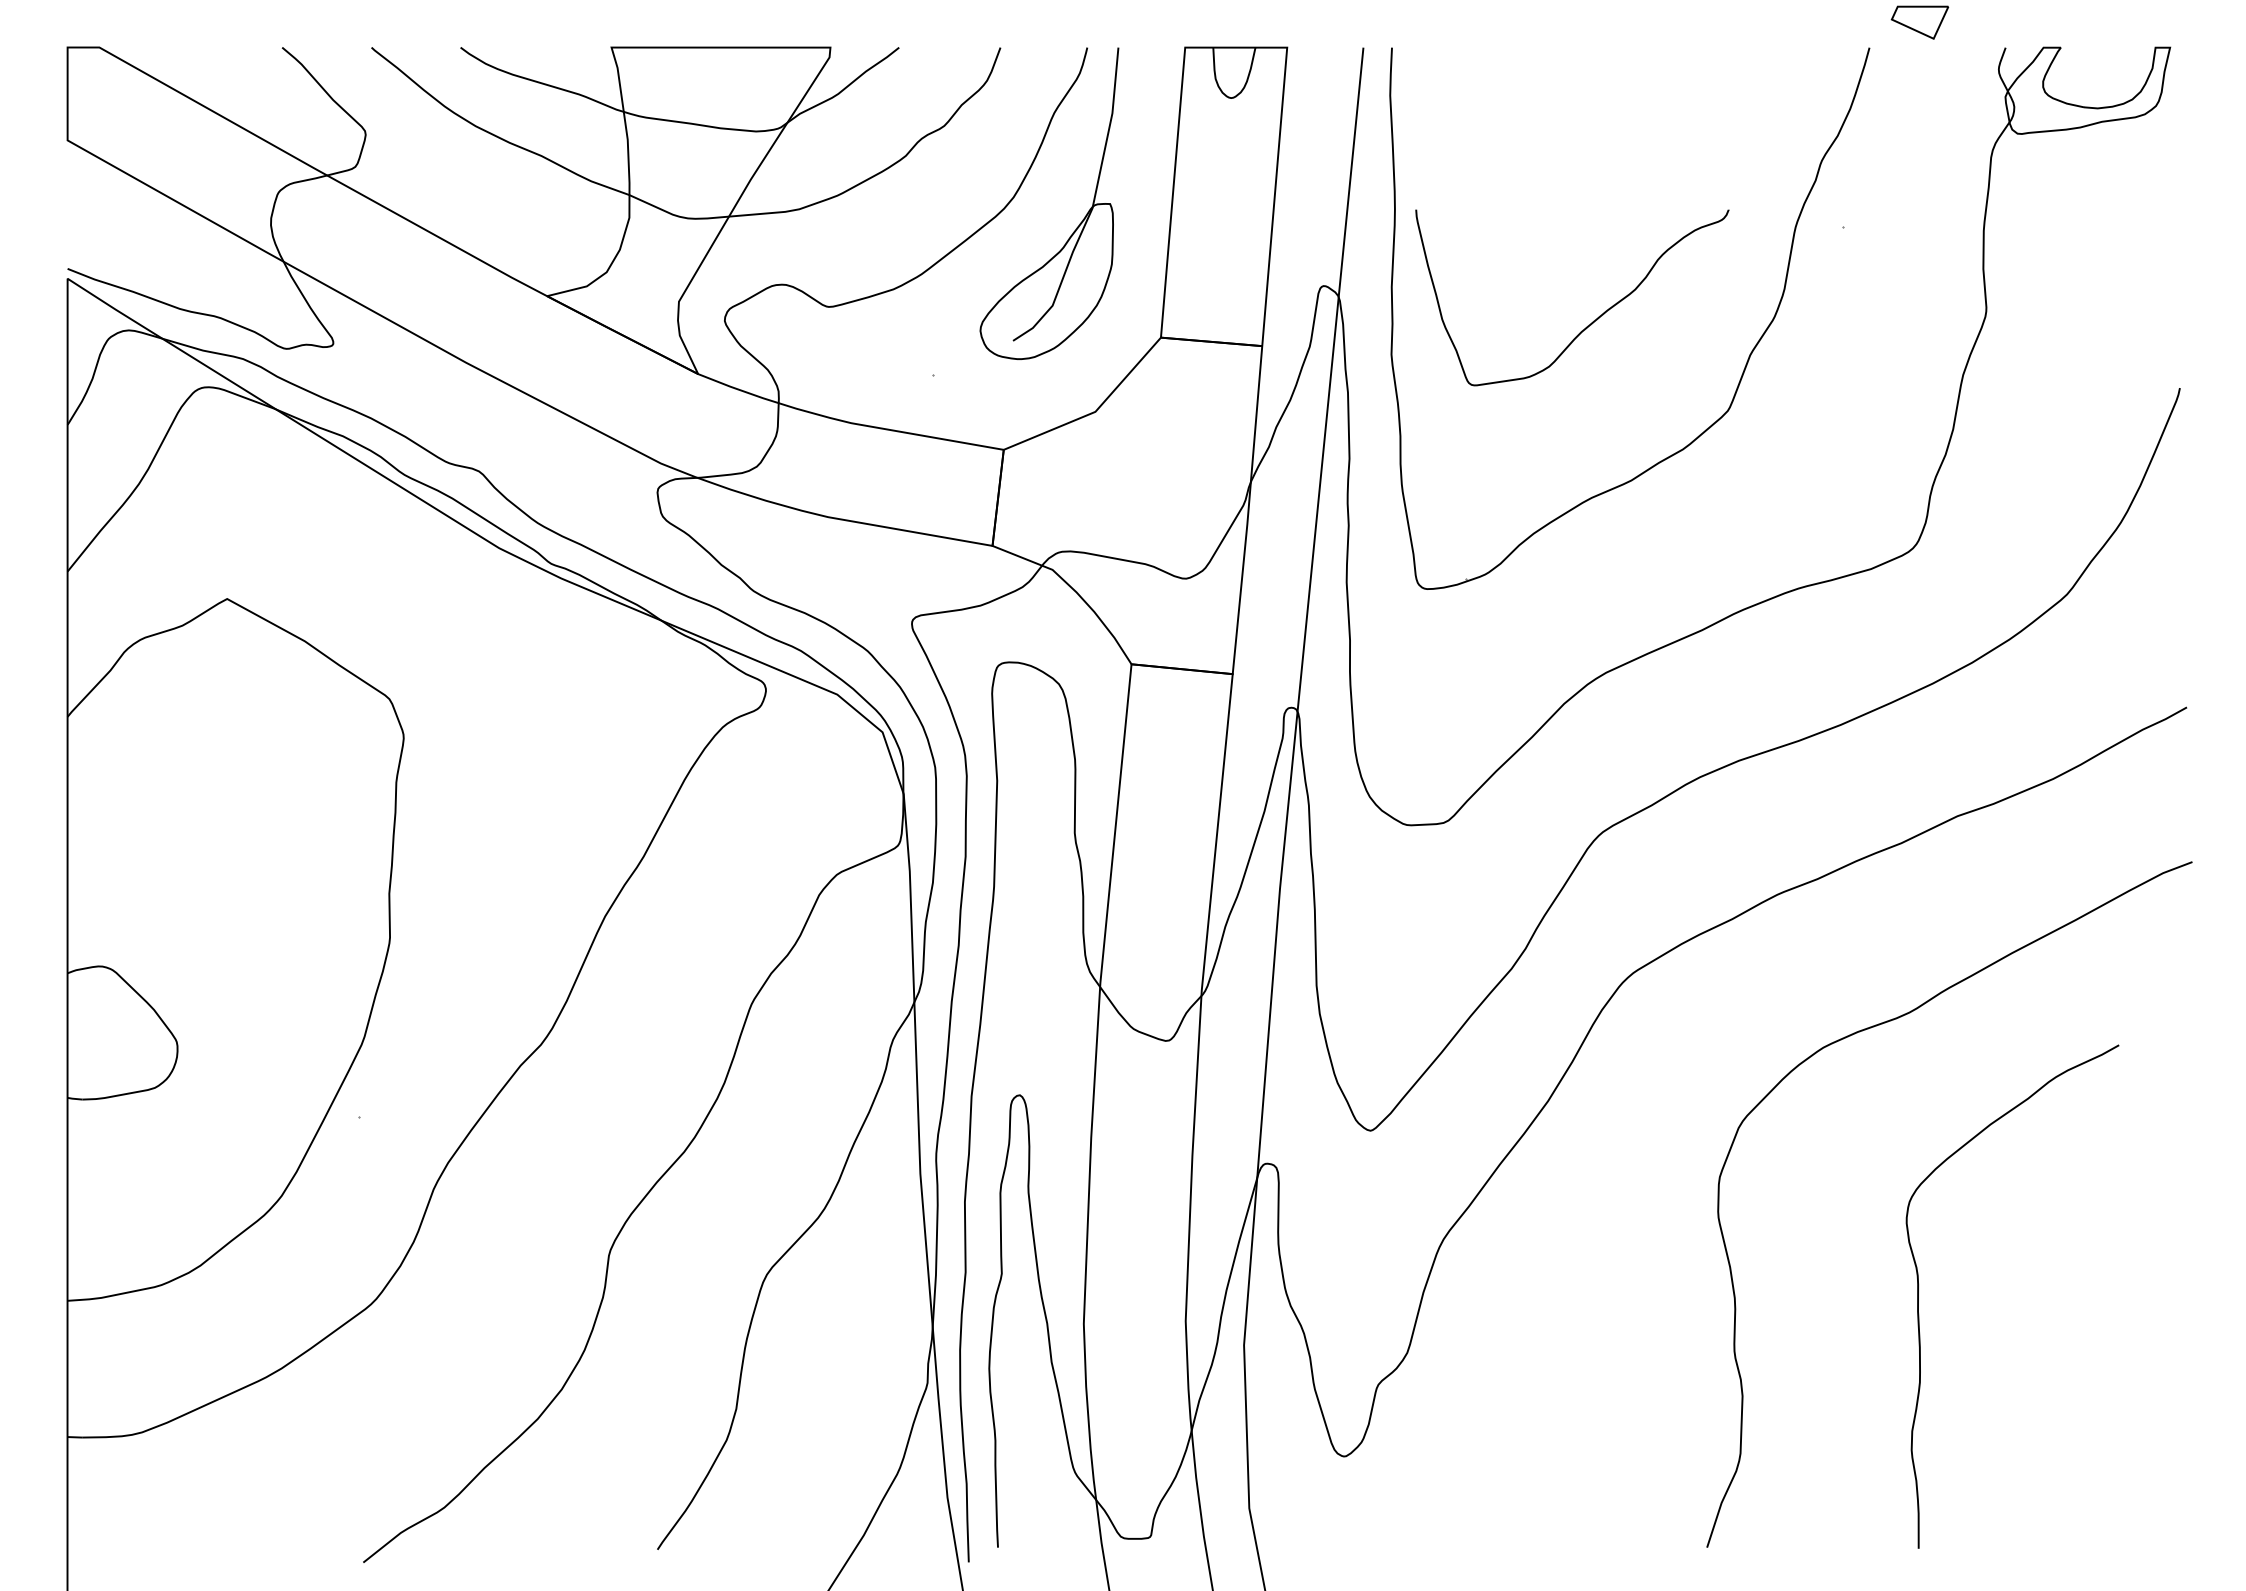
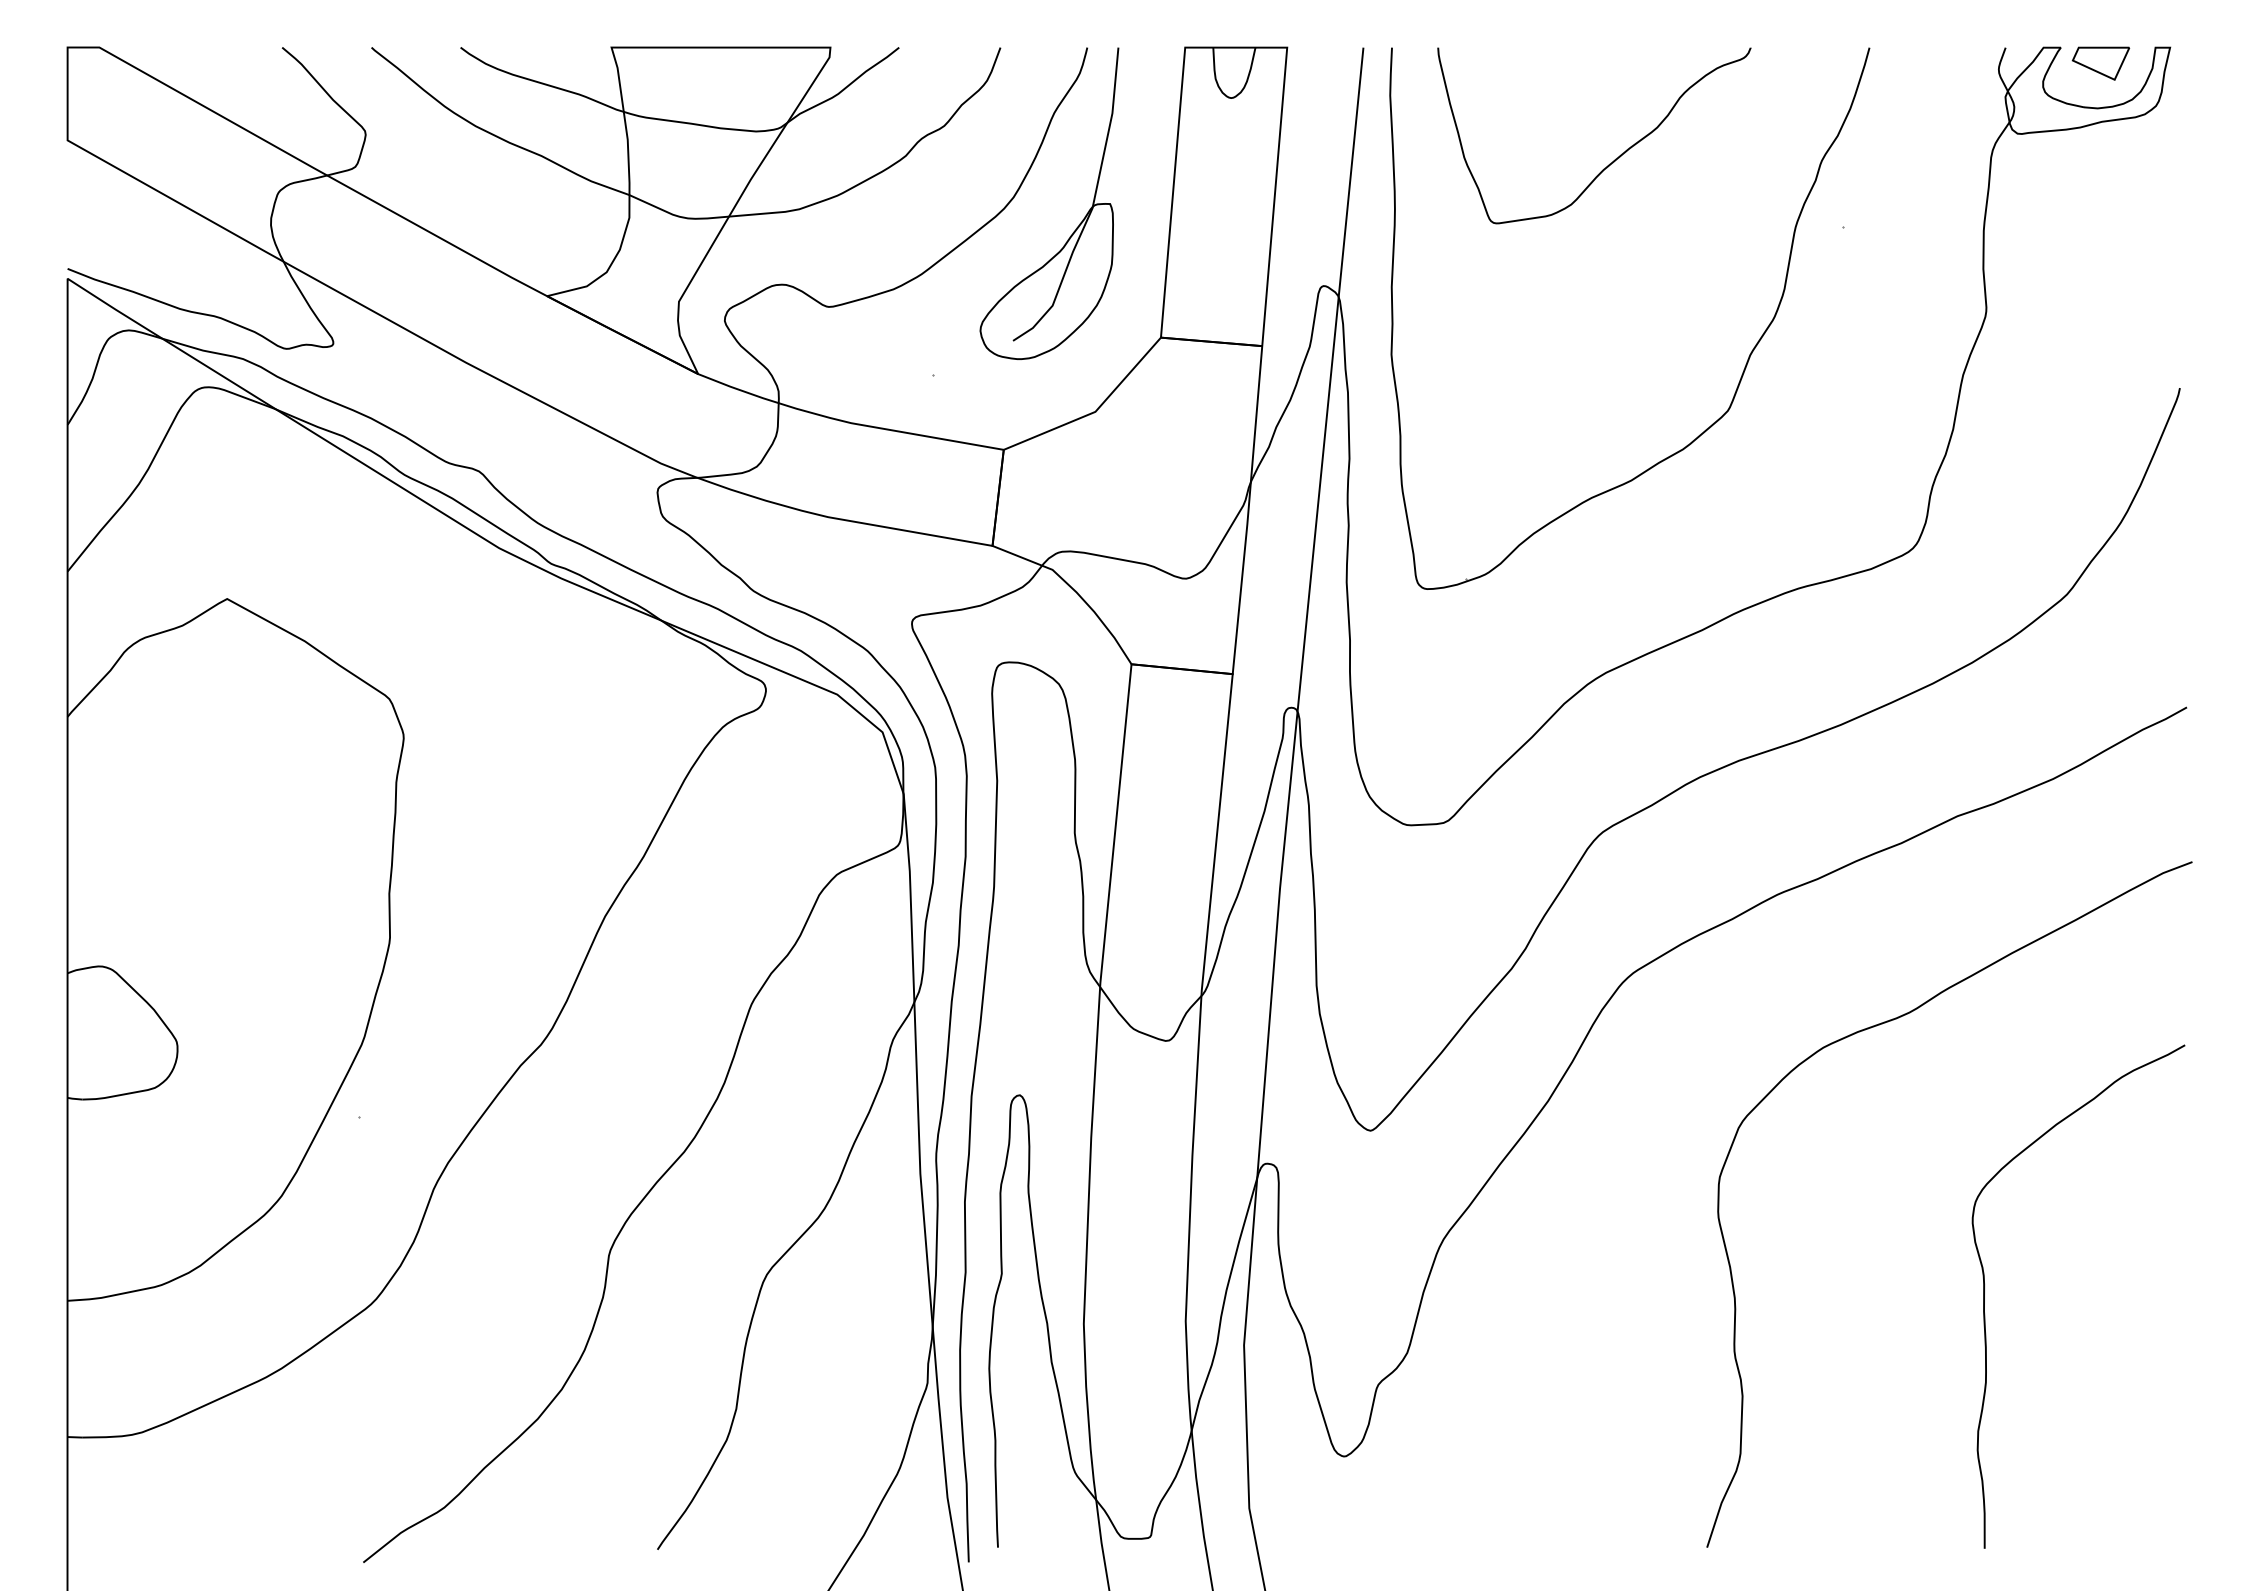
part at (1919, 22) position: (1919, 22) -> (2100, 63)
curve at (1593, 320) position: (1593, 320) -> (1615, 158)
curve at (1918, 1296) position: (1918, 1296) -> (1984, 1296)
